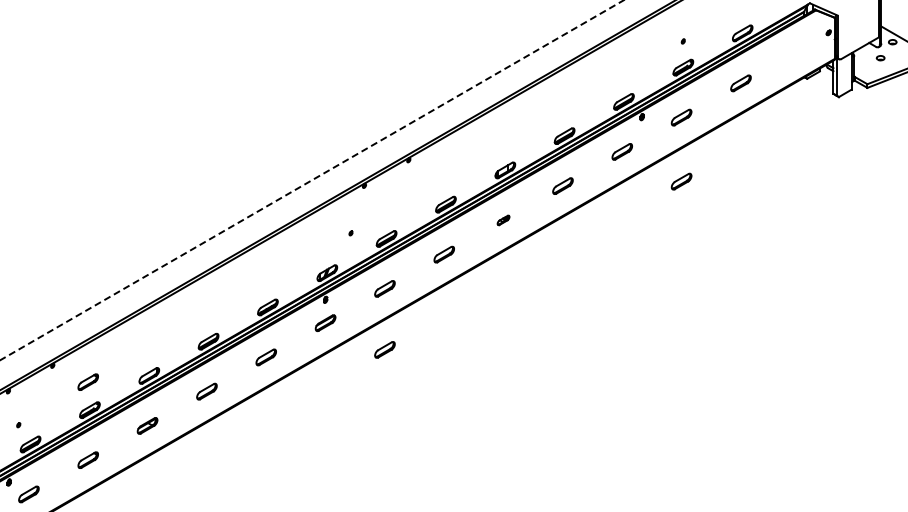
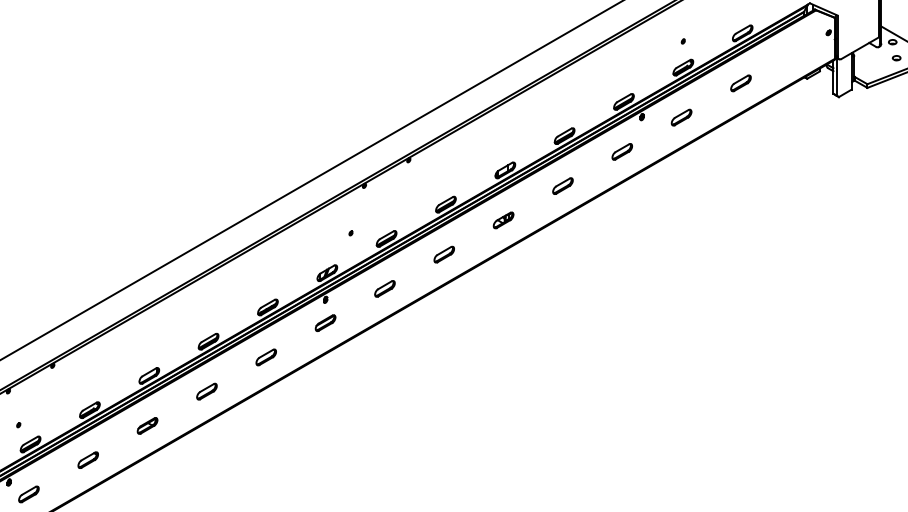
part at (880, 58) position: (880, 58) -> (896, 58)
line at (312, 179): dashed -> solid
part at (681, 181): present -> none
part at (503, 220) size: 15x13 px -> 23x19 px
part at (384, 349): present -> none
part at (87, 381): present -> none
